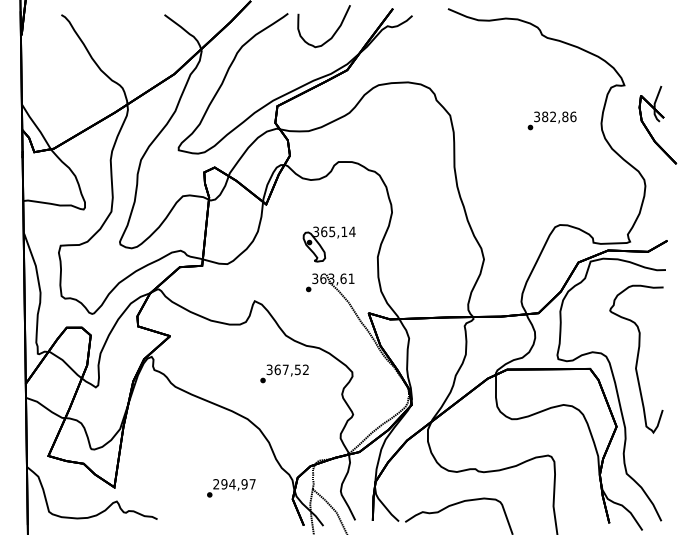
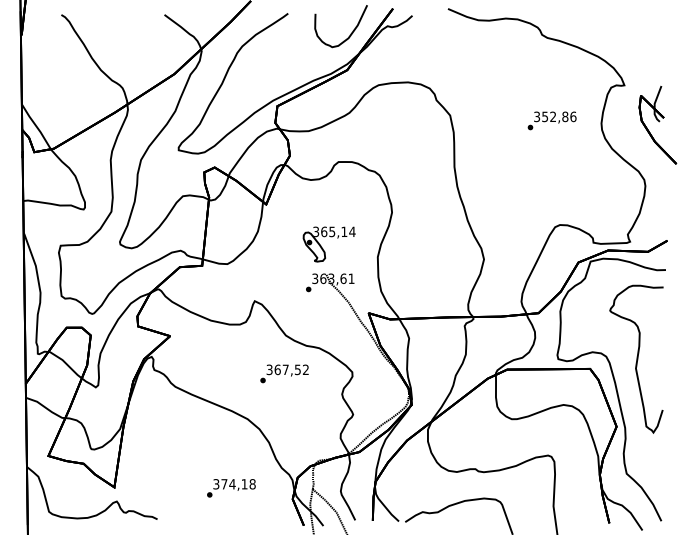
curve at (333, 33) position: (333, 33) -> (350, 33)
text at (545, 116): 382,86 -> 352,86
text at (234, 484): 294,97 -> 374,18
